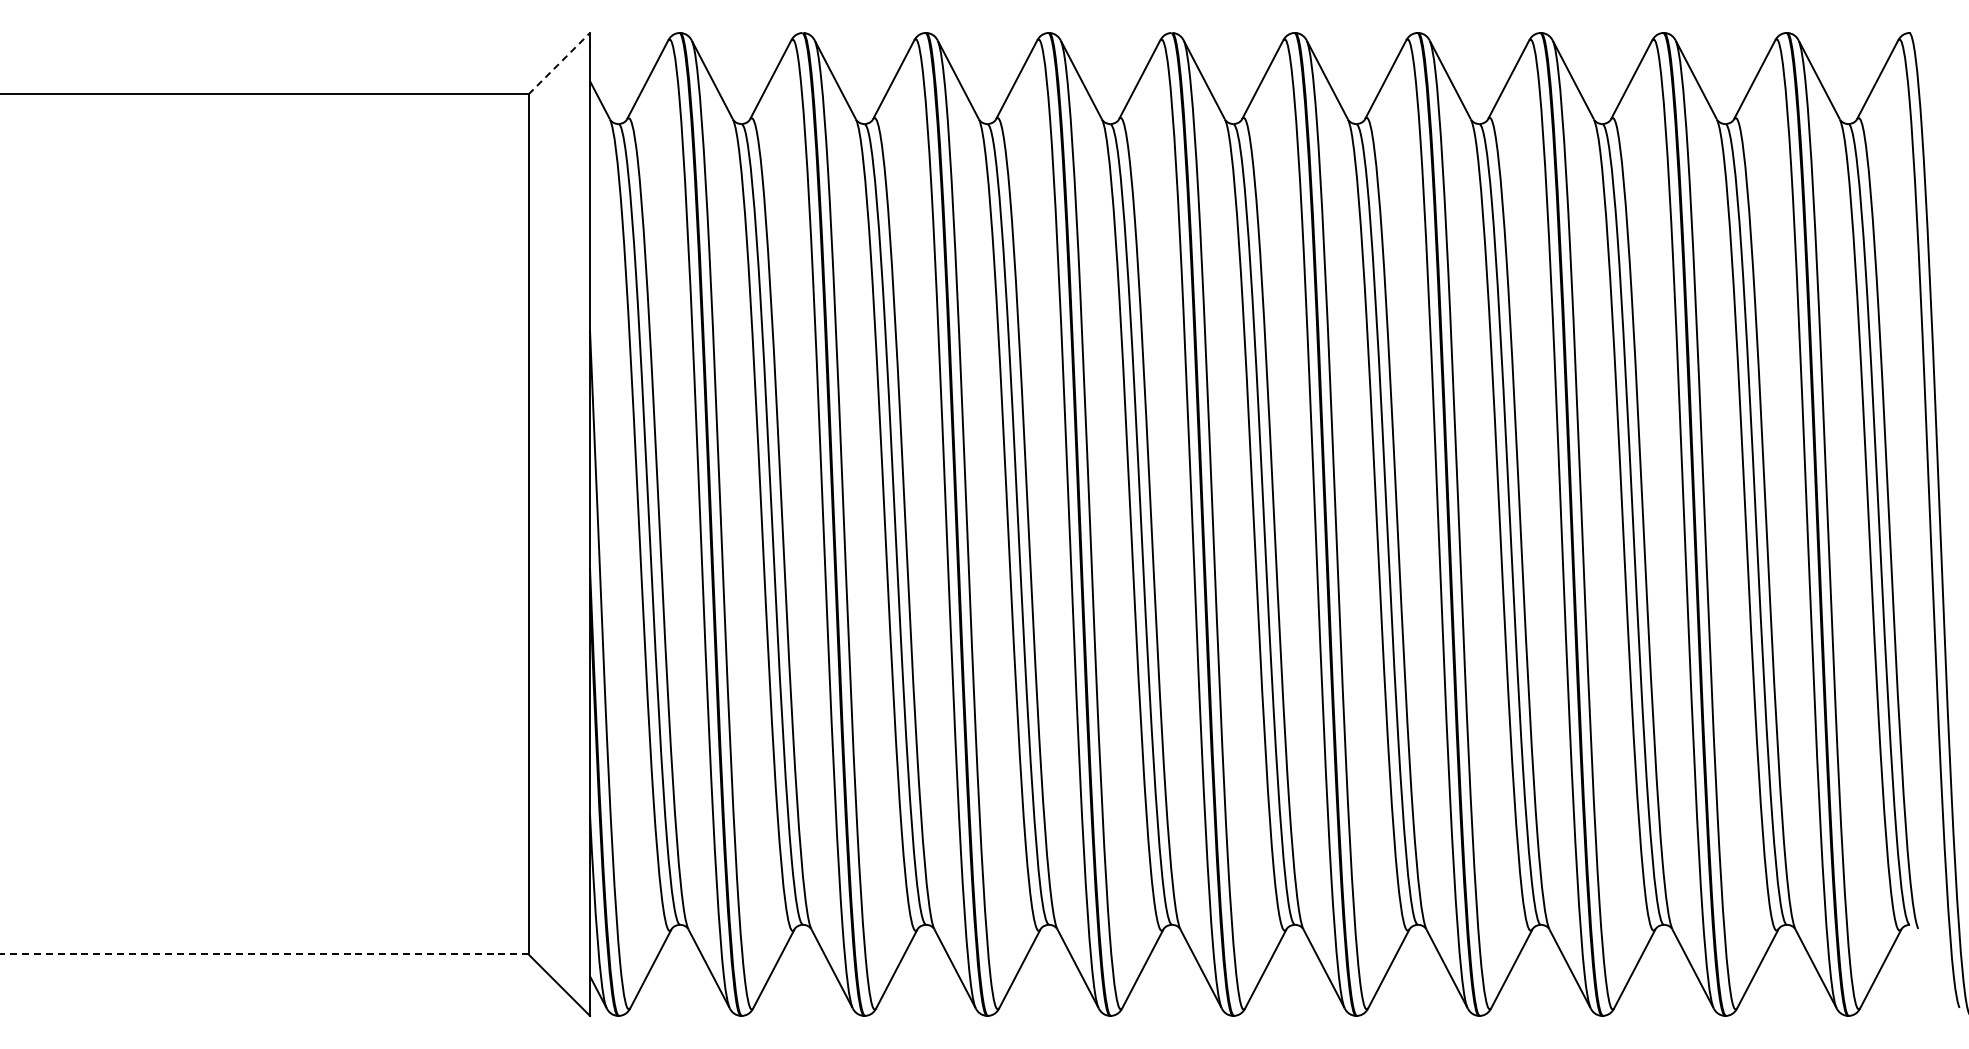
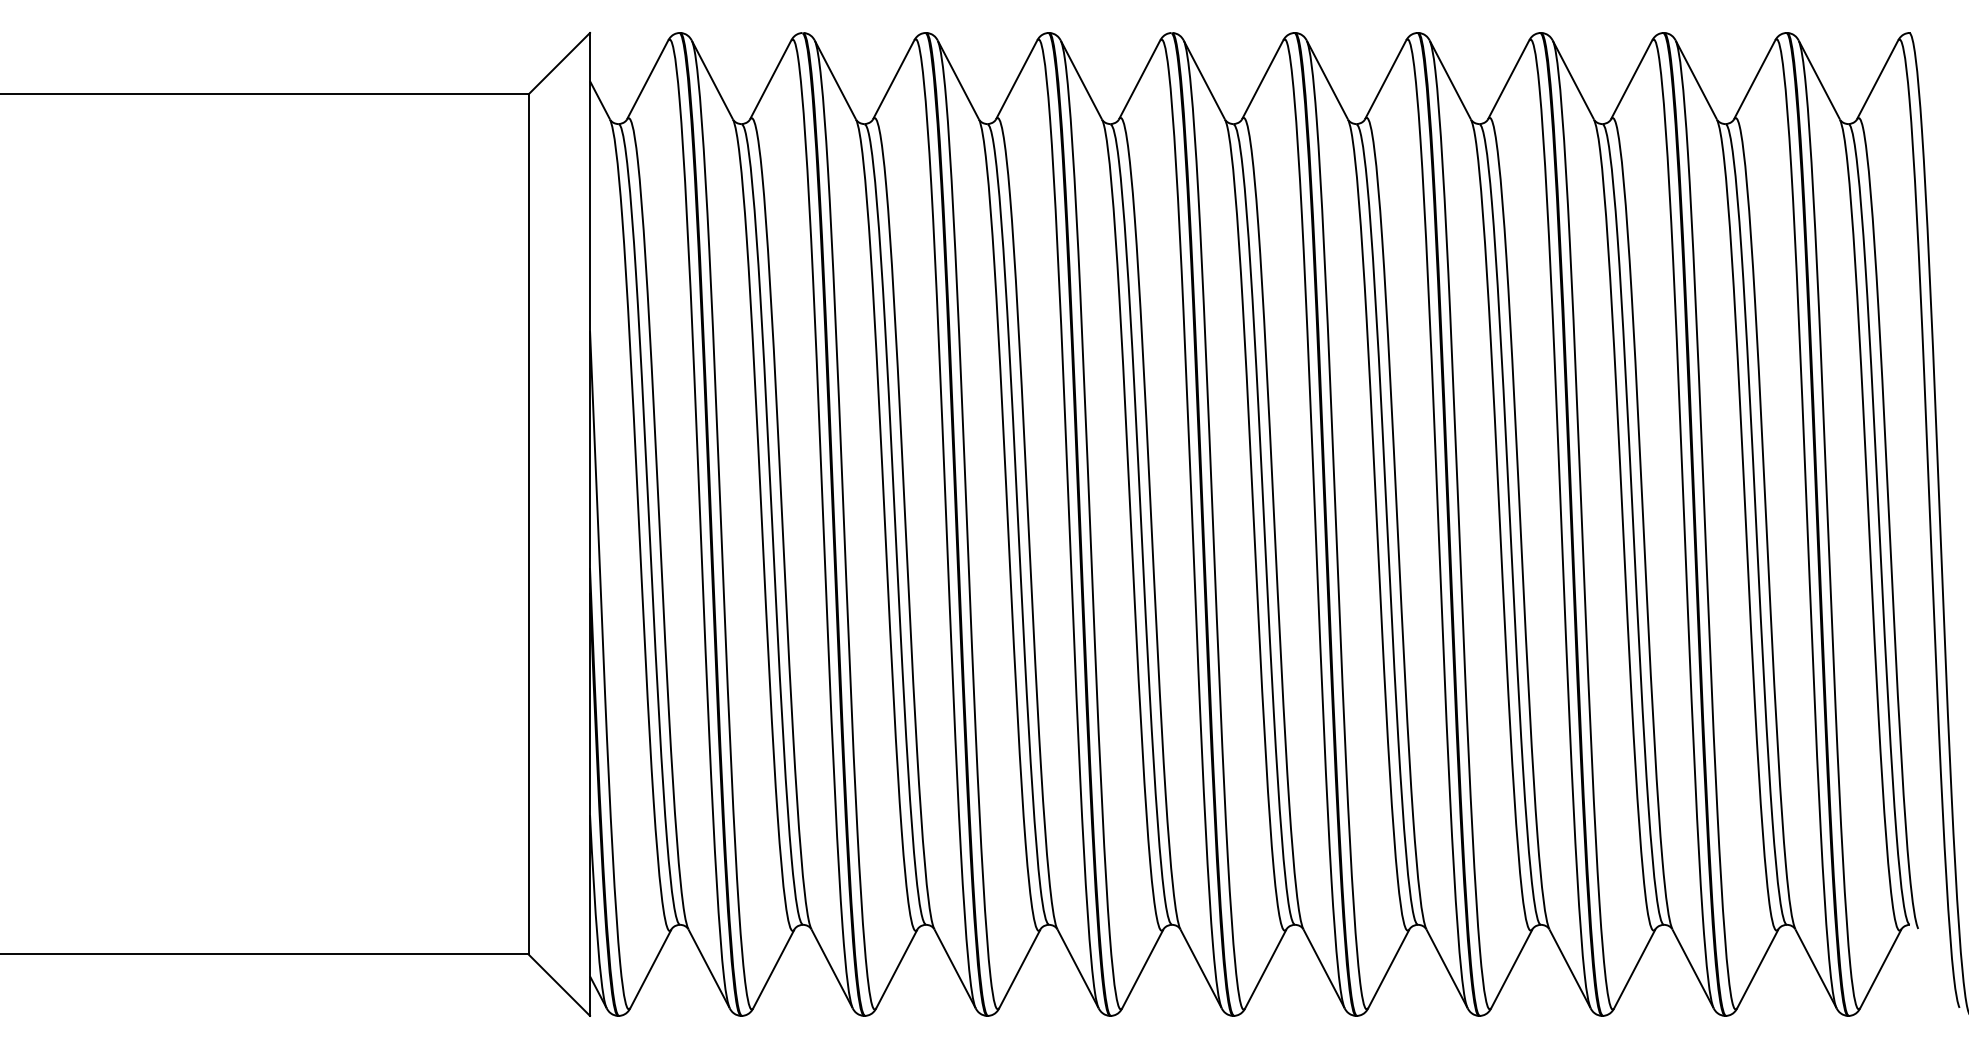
line at (559, 63): dashed -> solid
line at (264, 954): dashed -> solid
